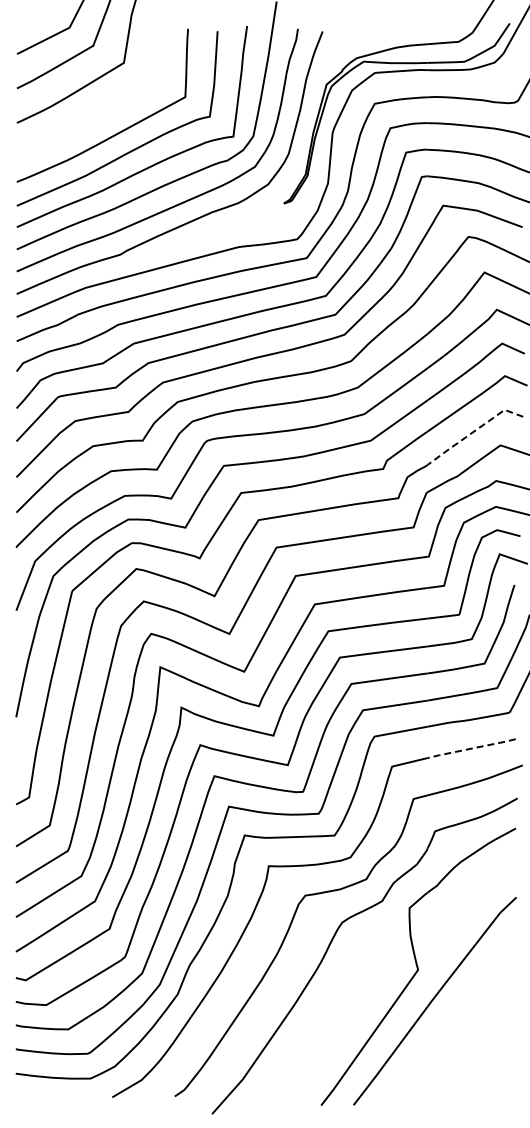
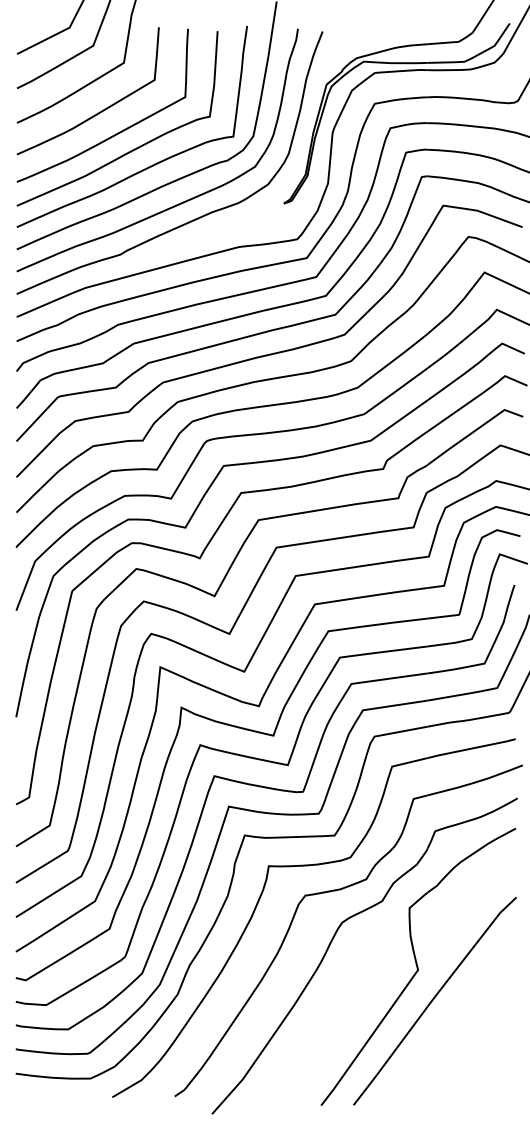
curve at (99, 111): none -> present
line at (474, 431): dashed -> solid
line at (471, 748): dashed -> solid
